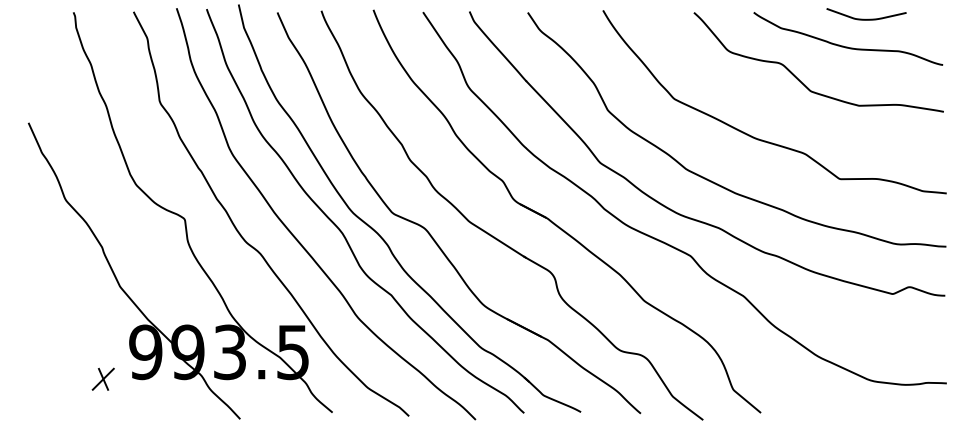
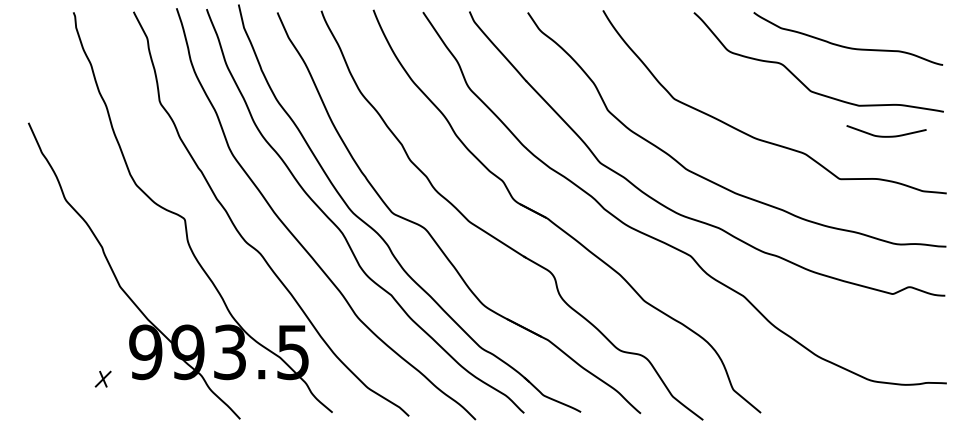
curve at (866, 18) position: (866, 18) -> (886, 135)
part at (102, 378) size: 24x24 px -> 18x18 px
